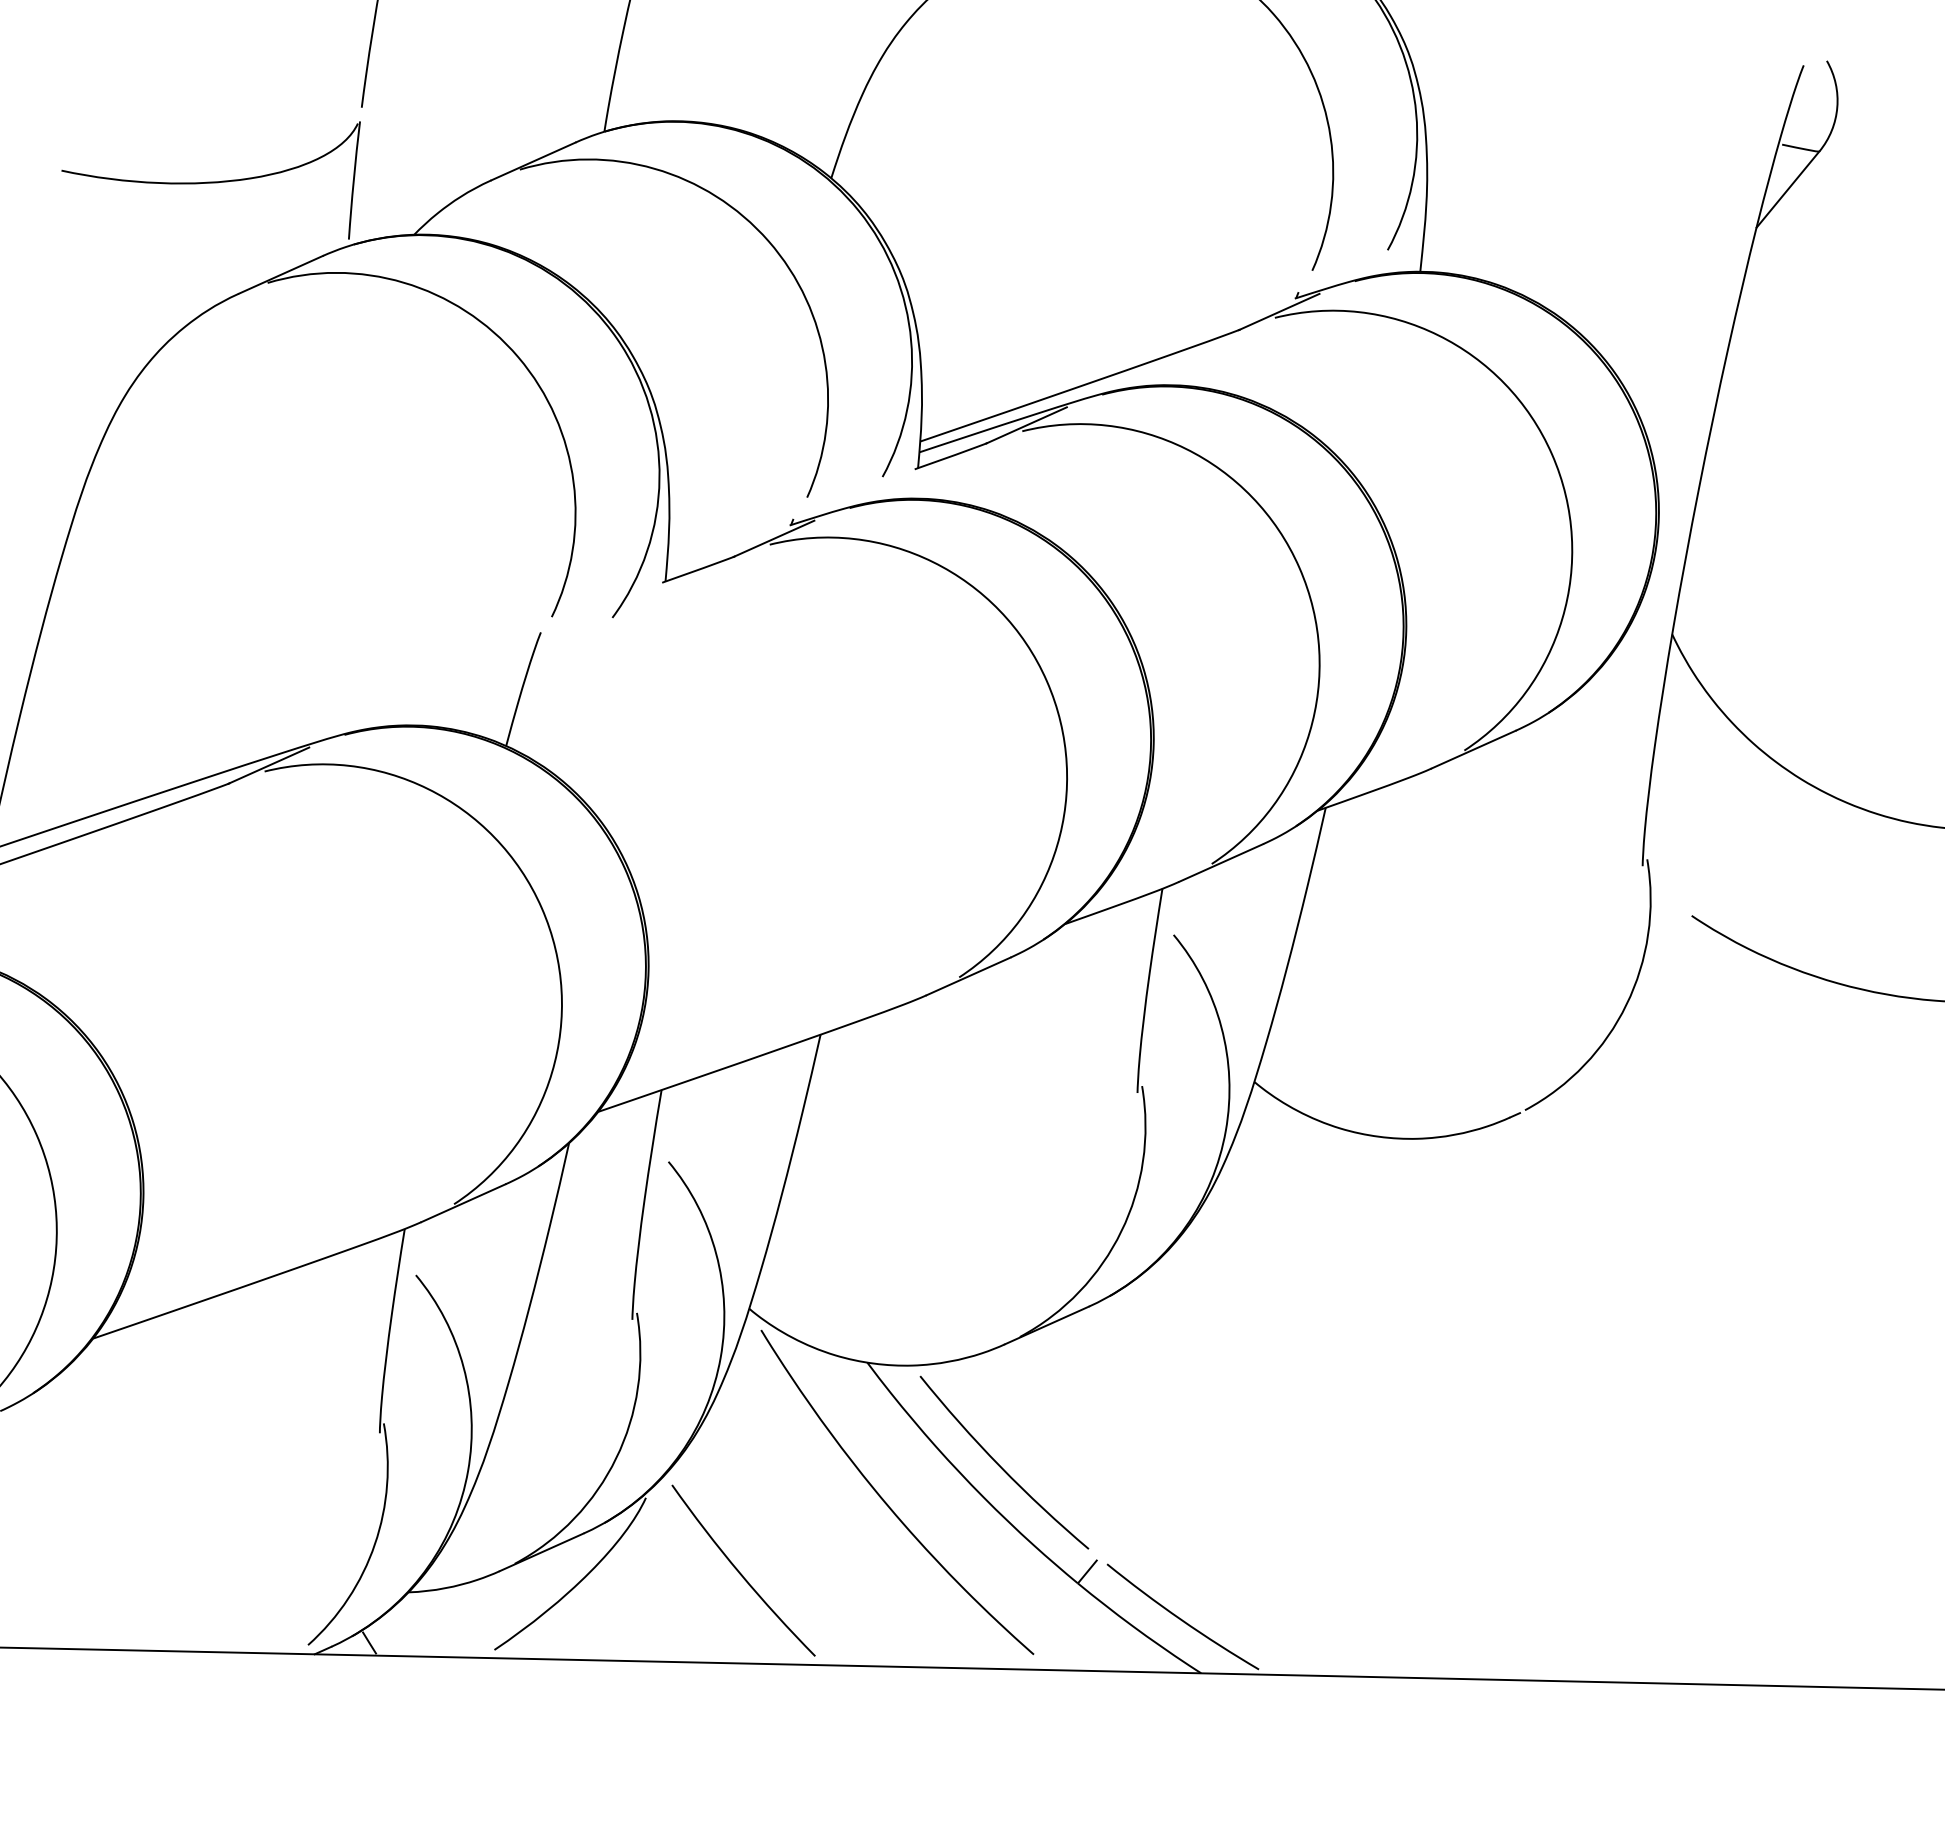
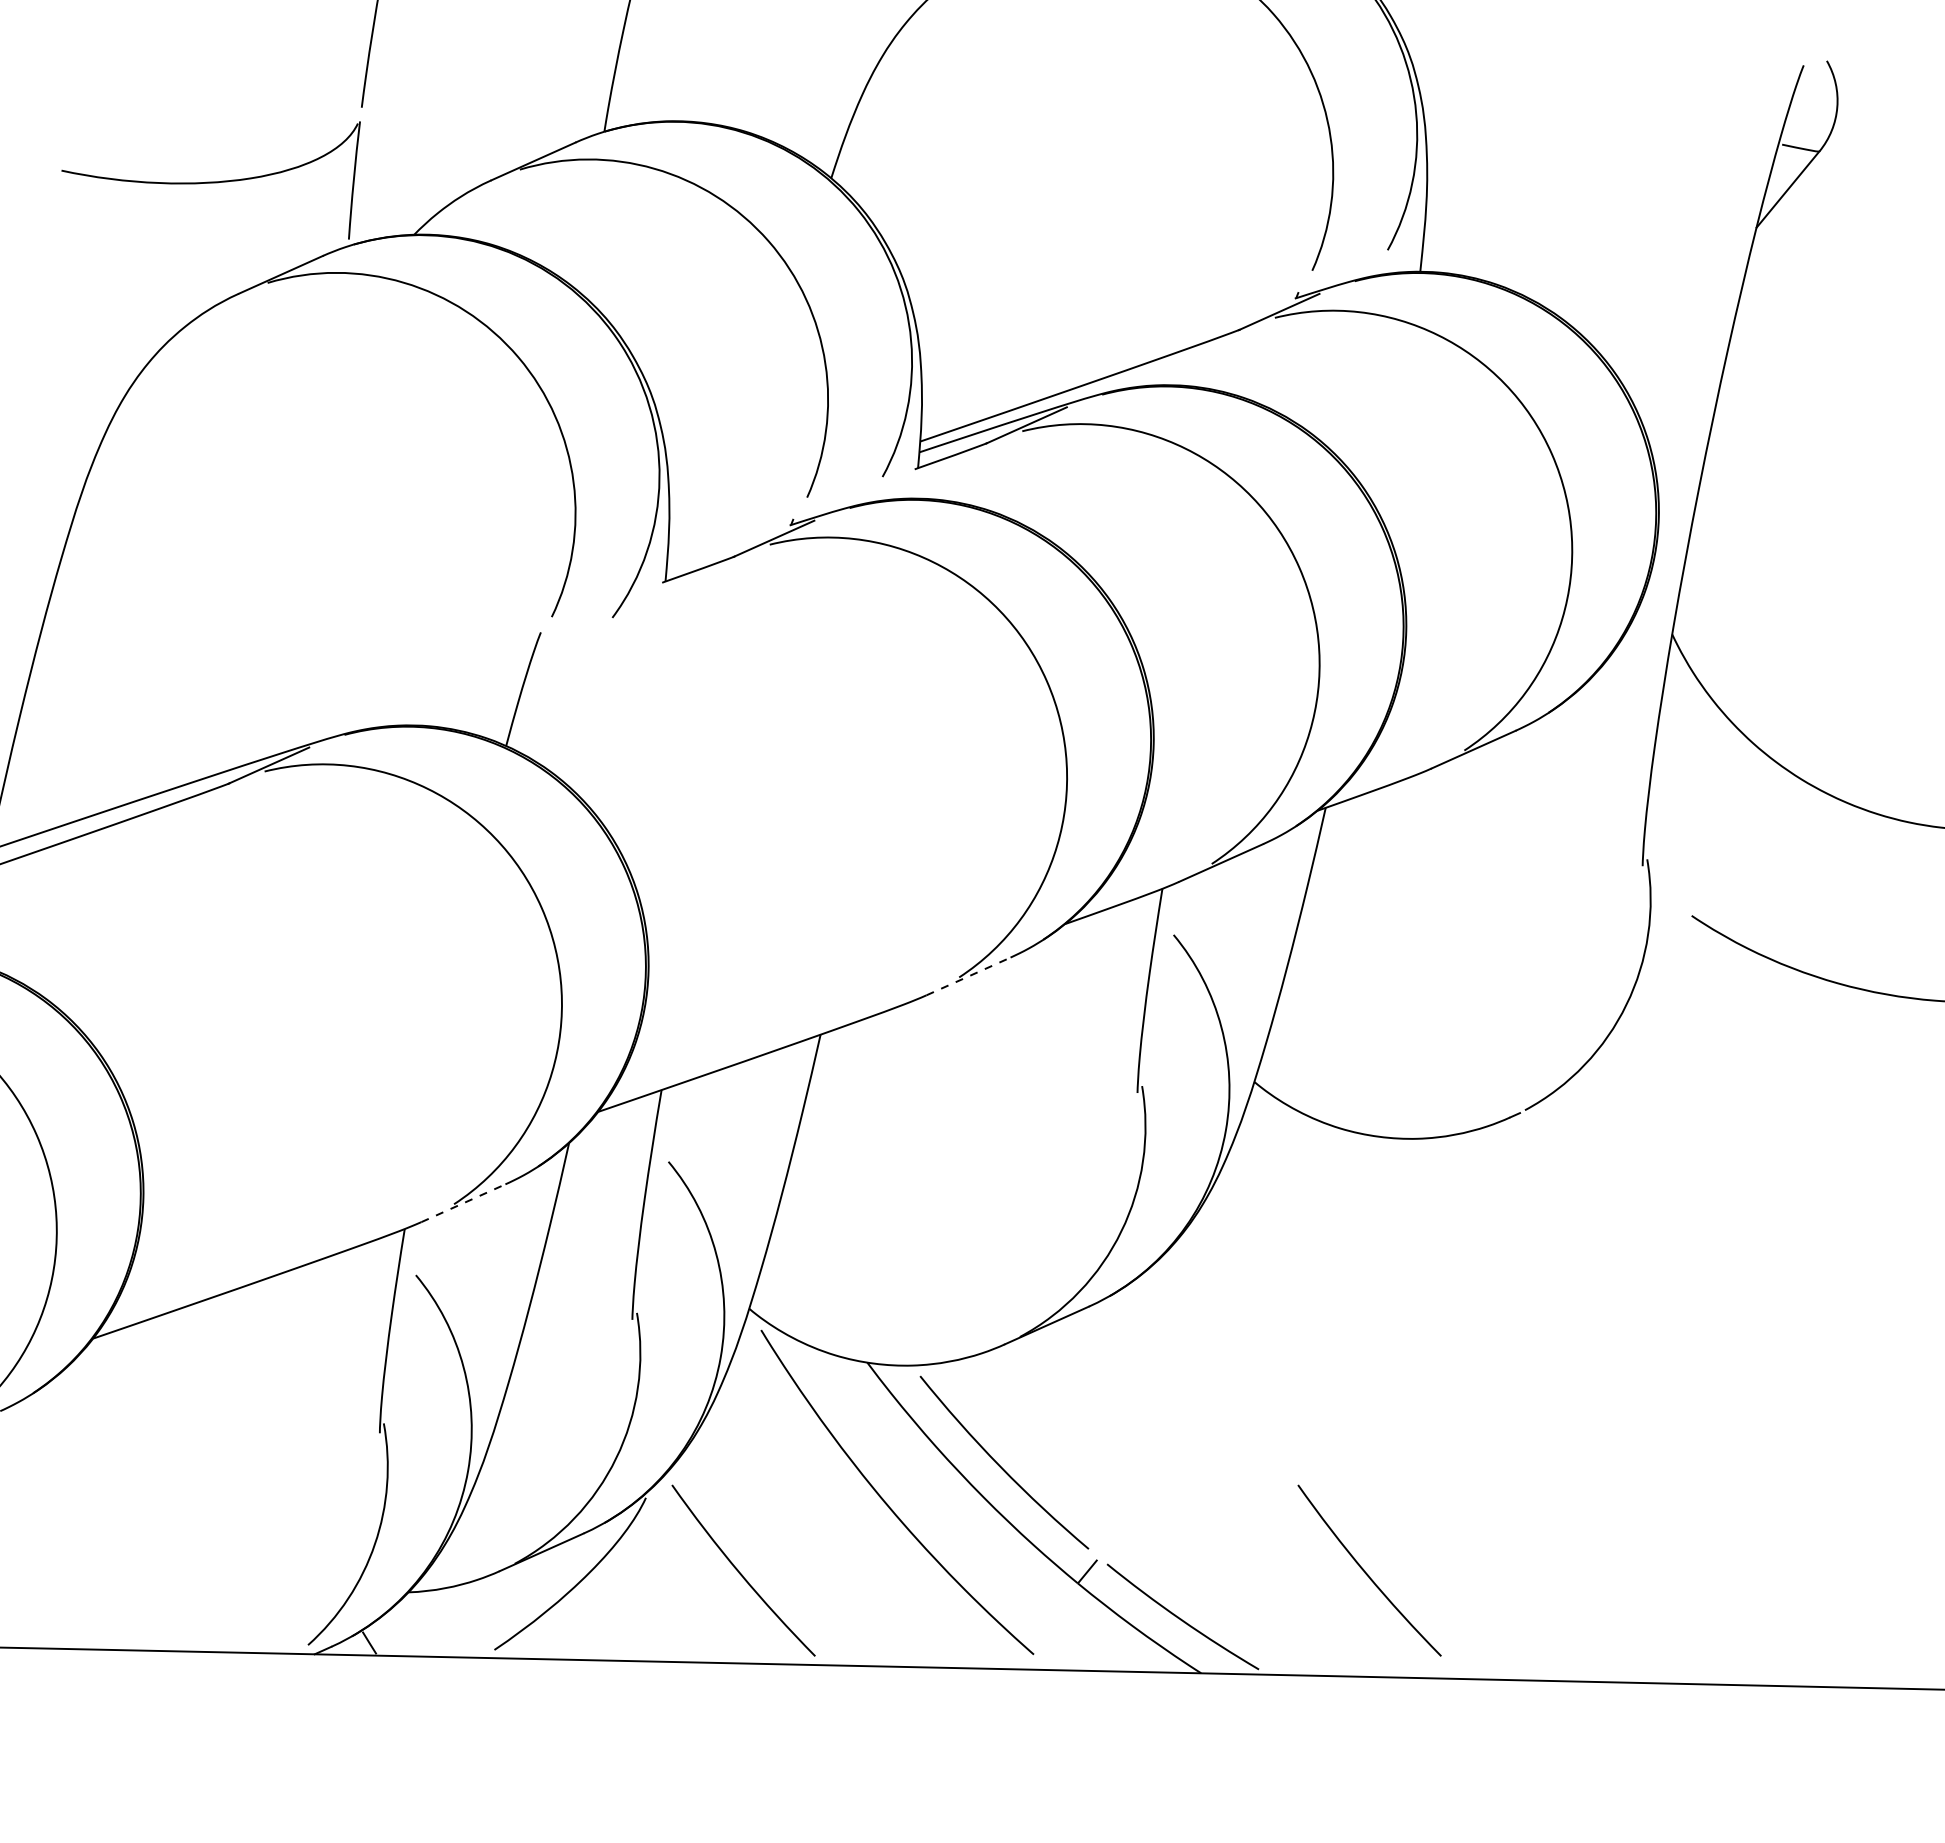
line at (969, 976): solid -> dashed
line at (463, 1203): solid -> dashed
curve at (1366, 1572): none -> present
